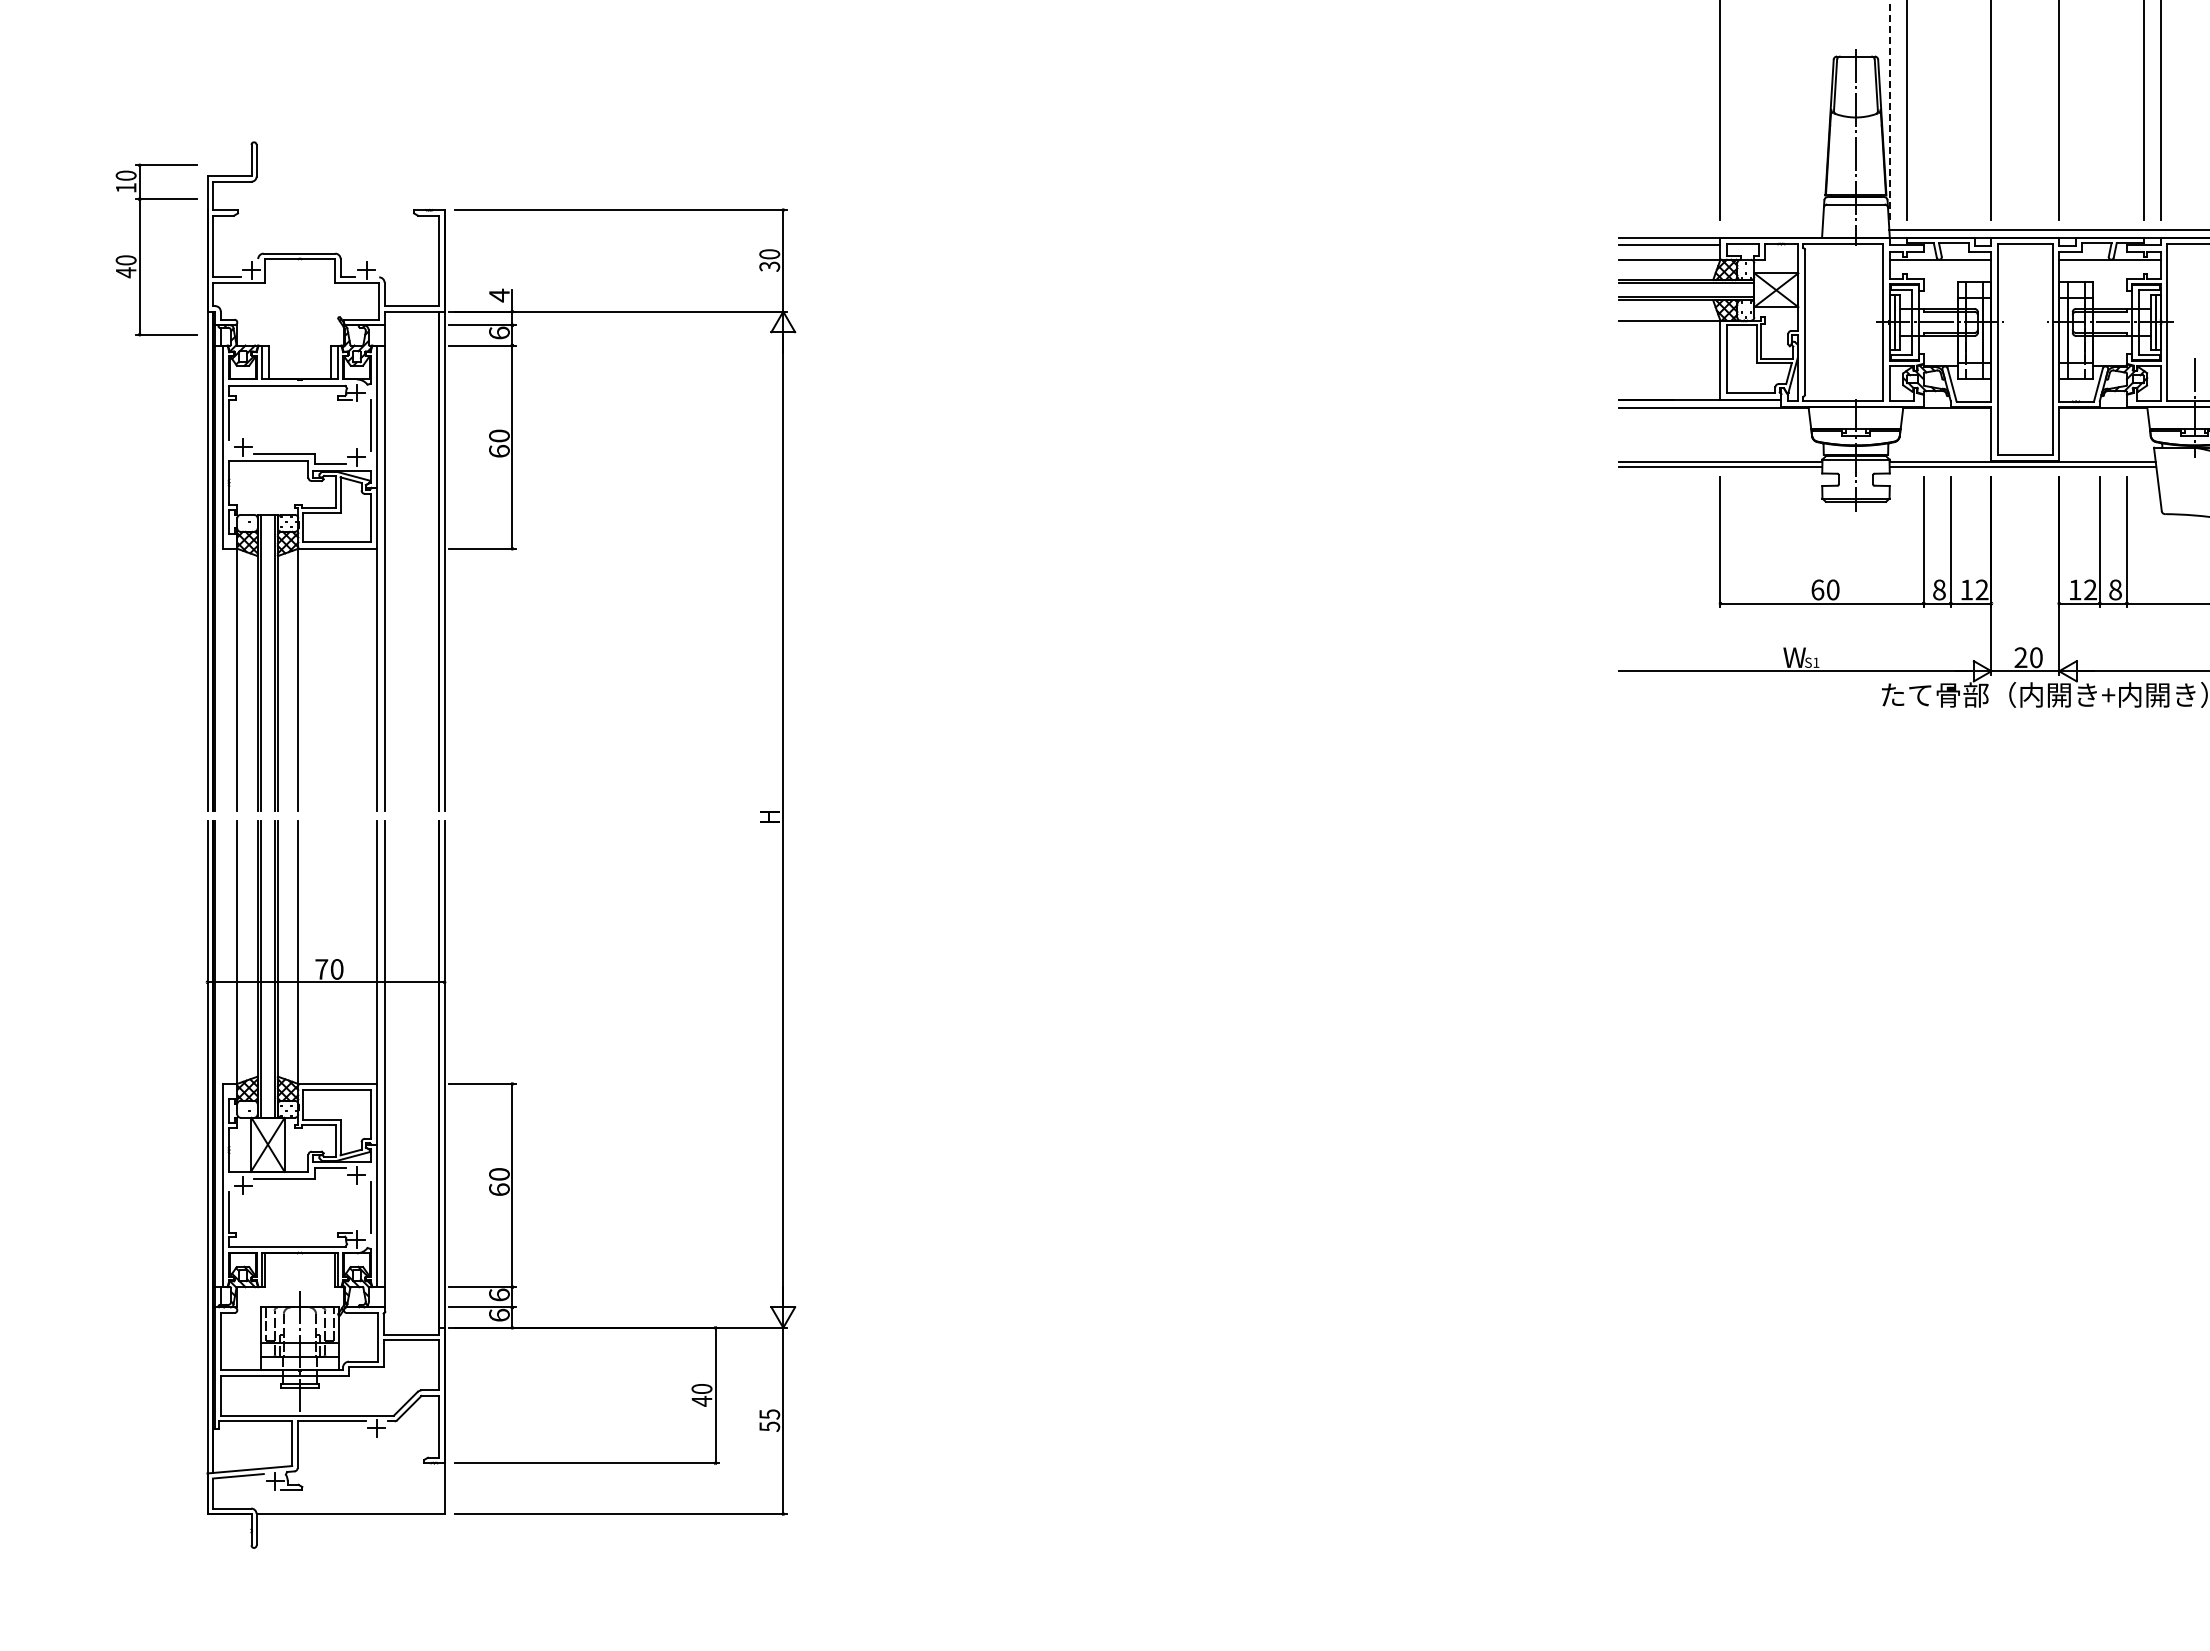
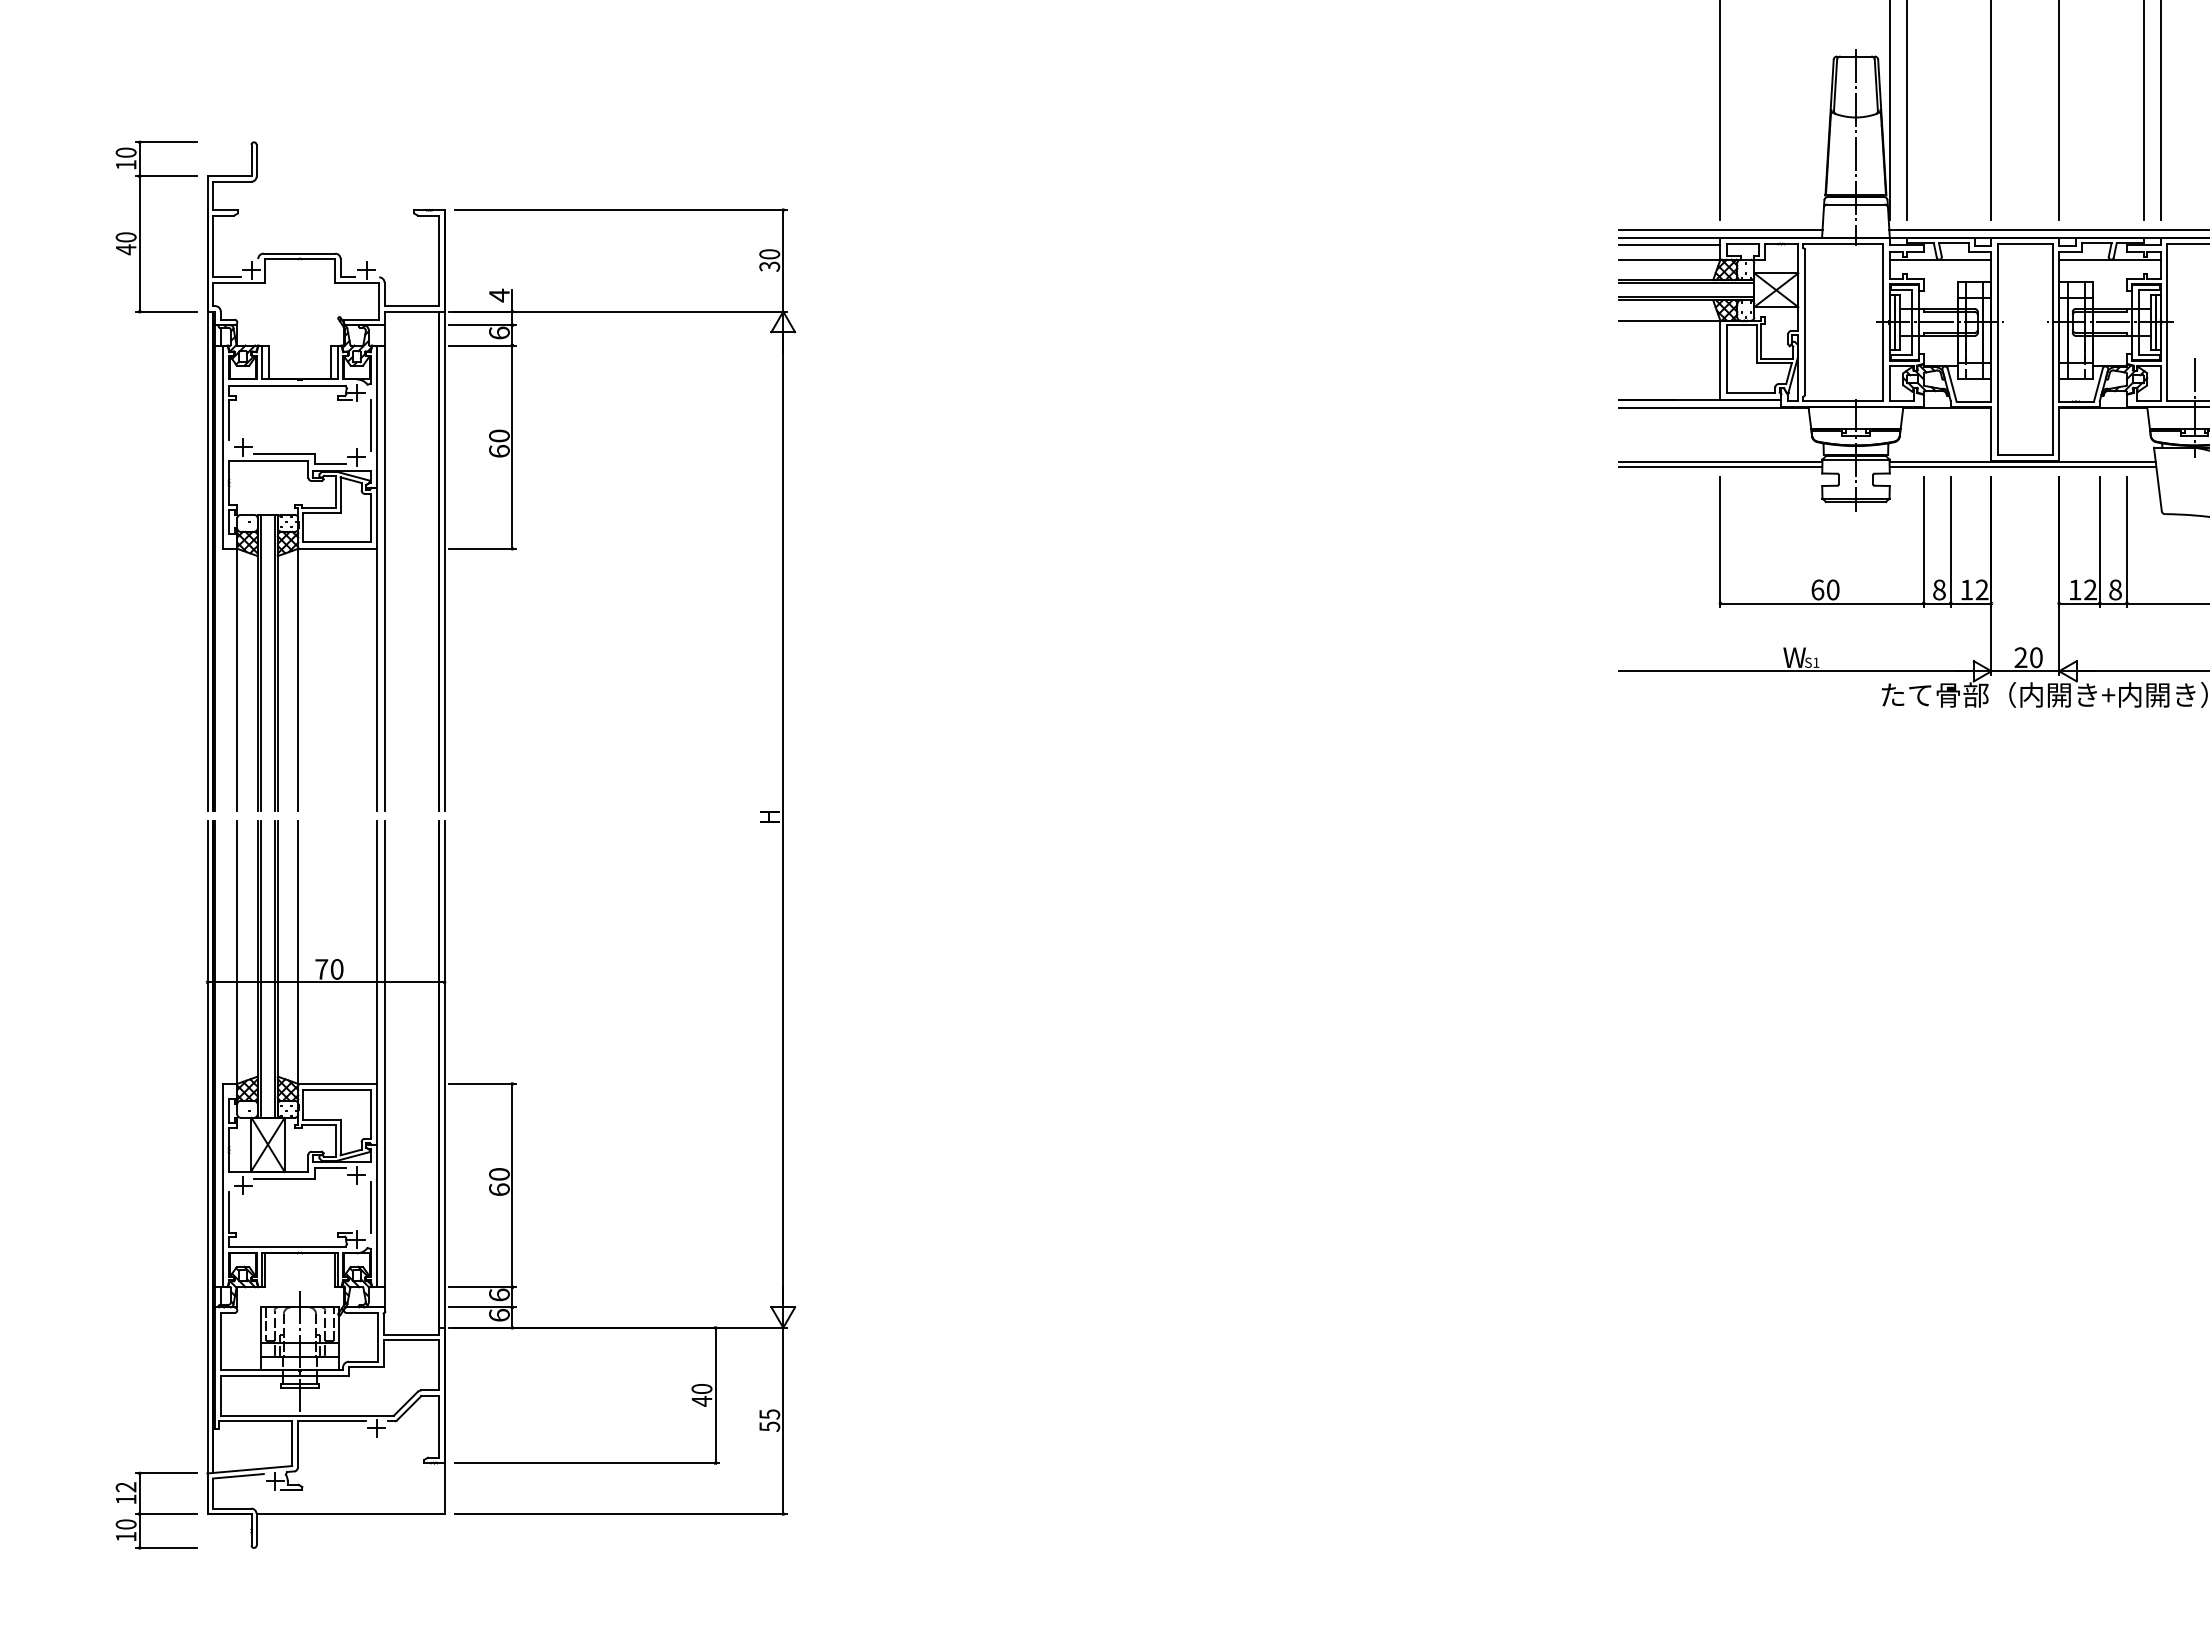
line at (1889, 110): dashed -> solid
line at (1720, 229): none -> present
part at (140, 249) position: (140, 249) -> (140, 226)
part at (156, 1510): none -> present
